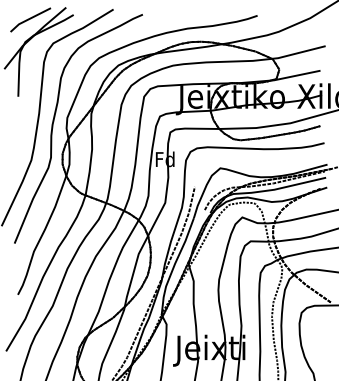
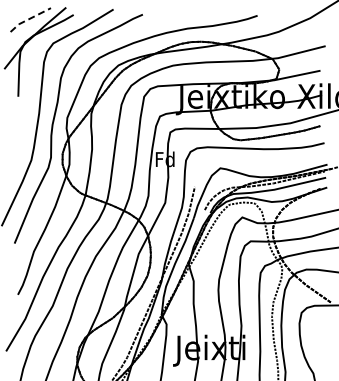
line at (29, 18): solid -> dashed
